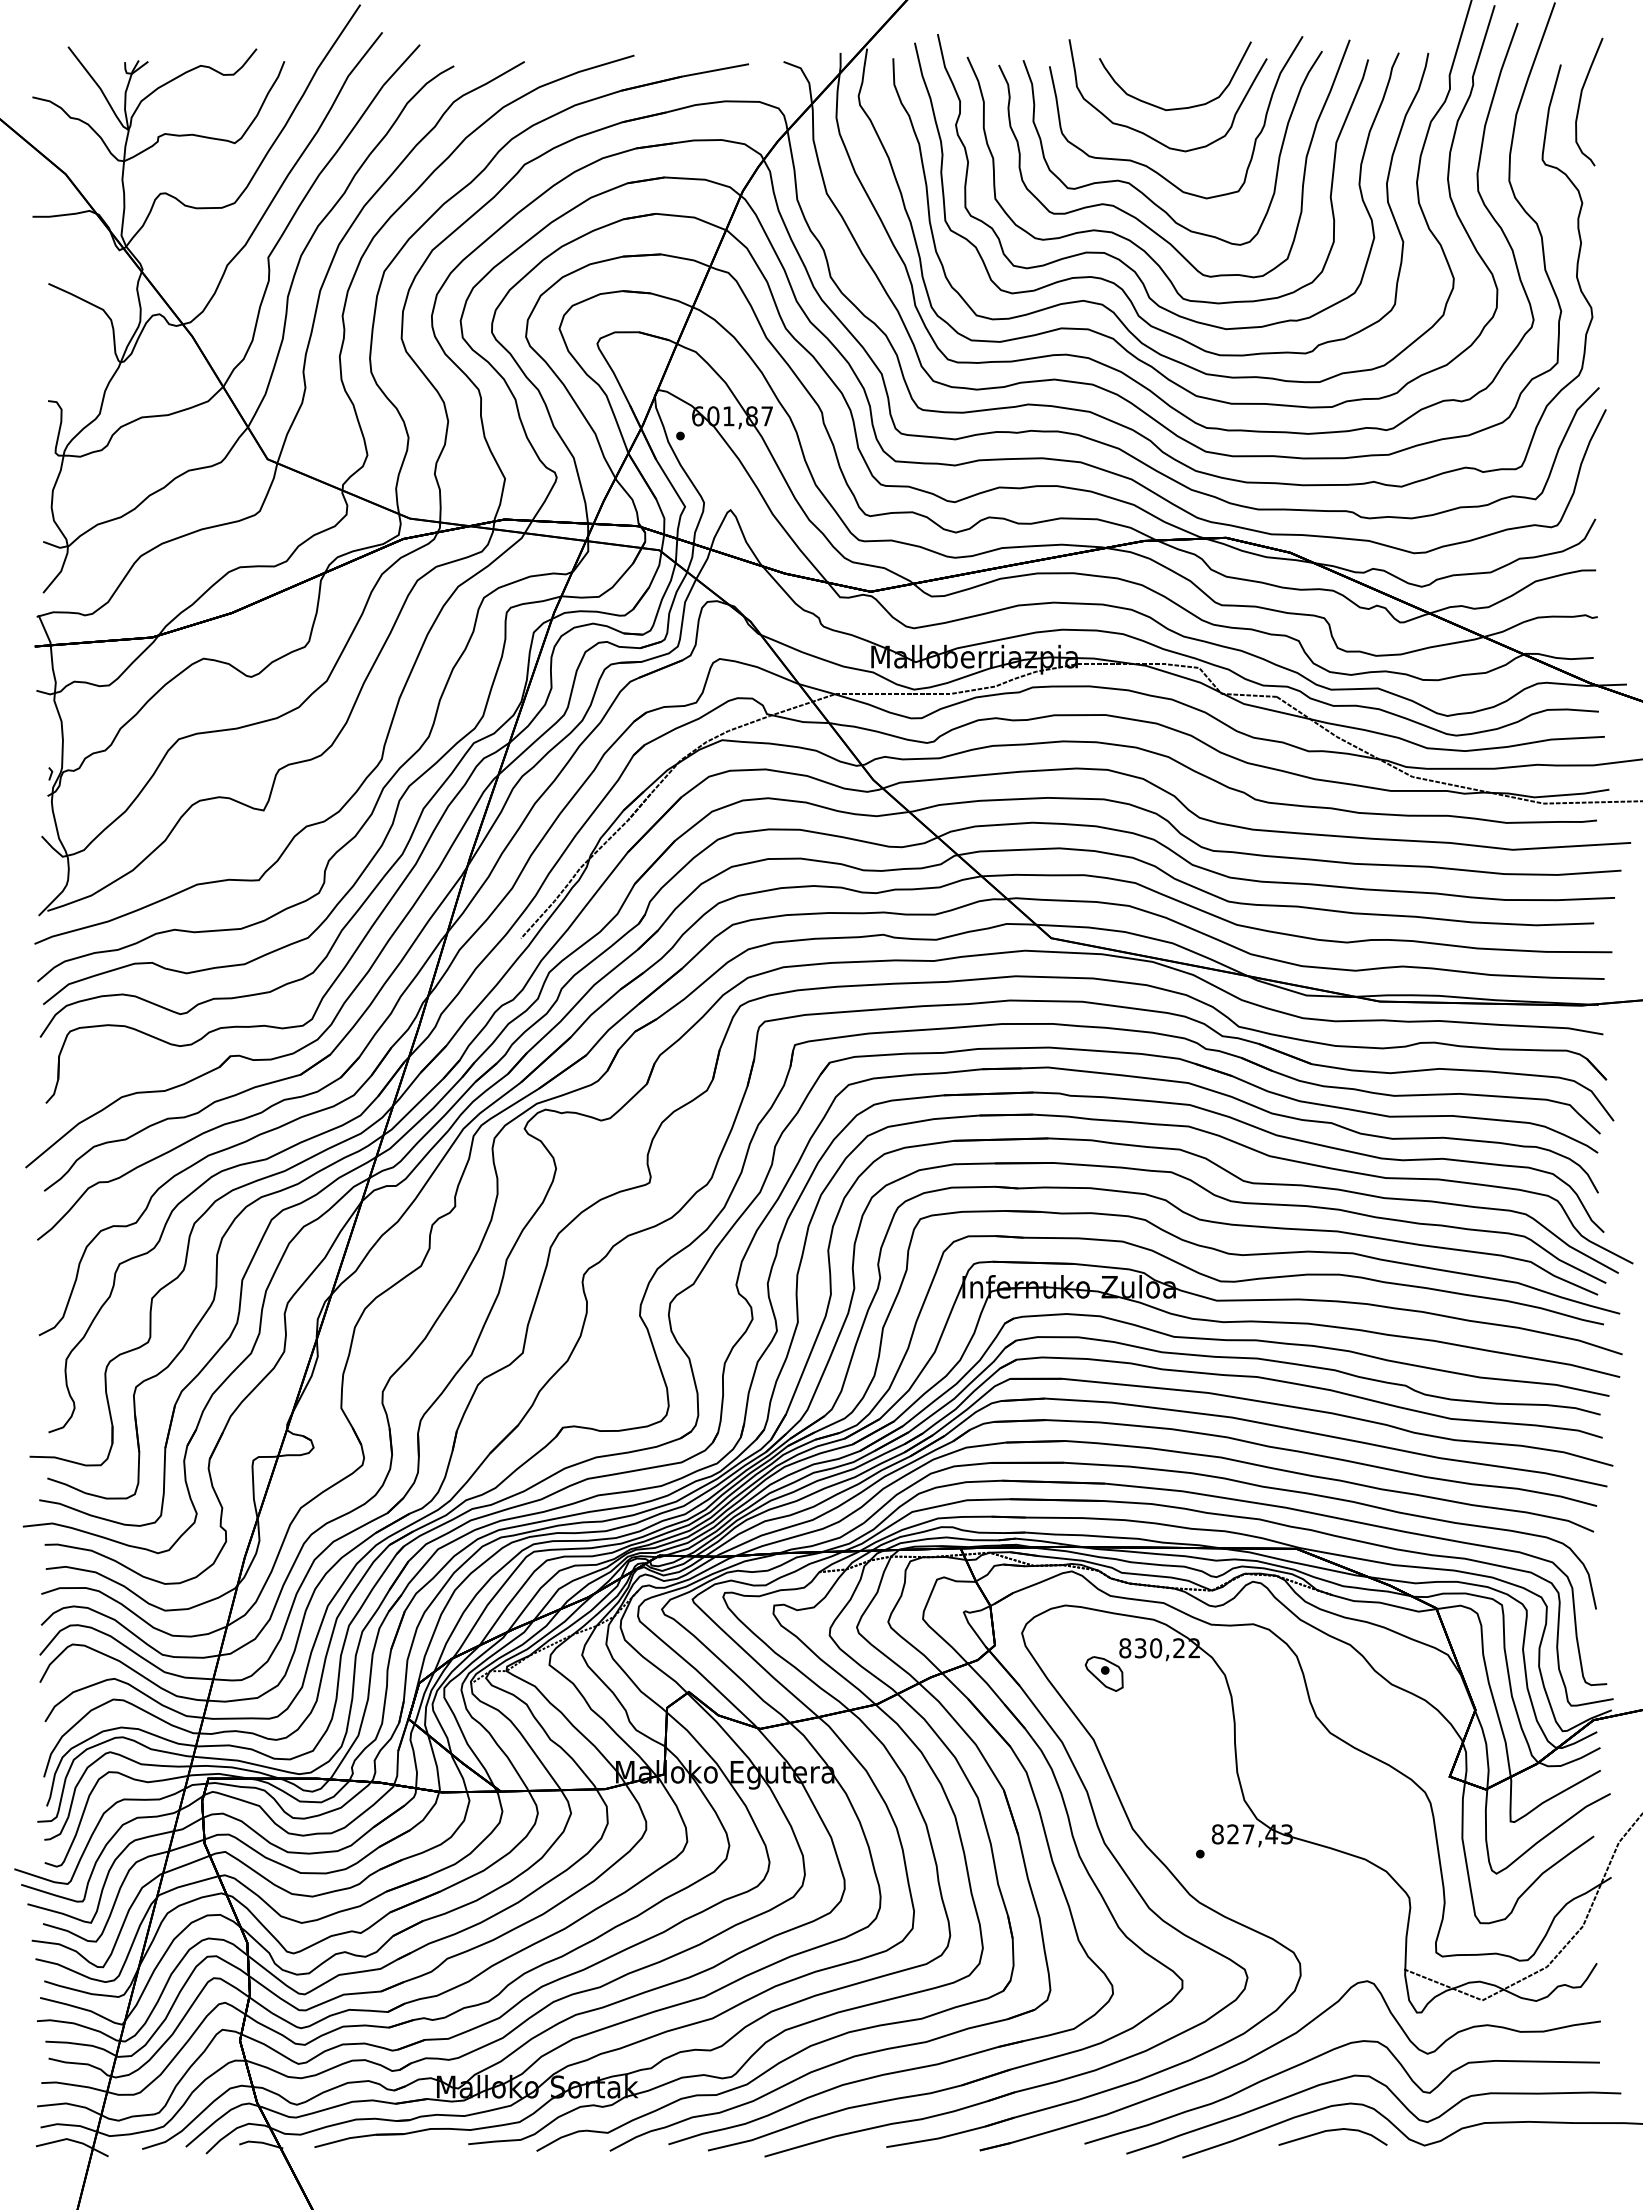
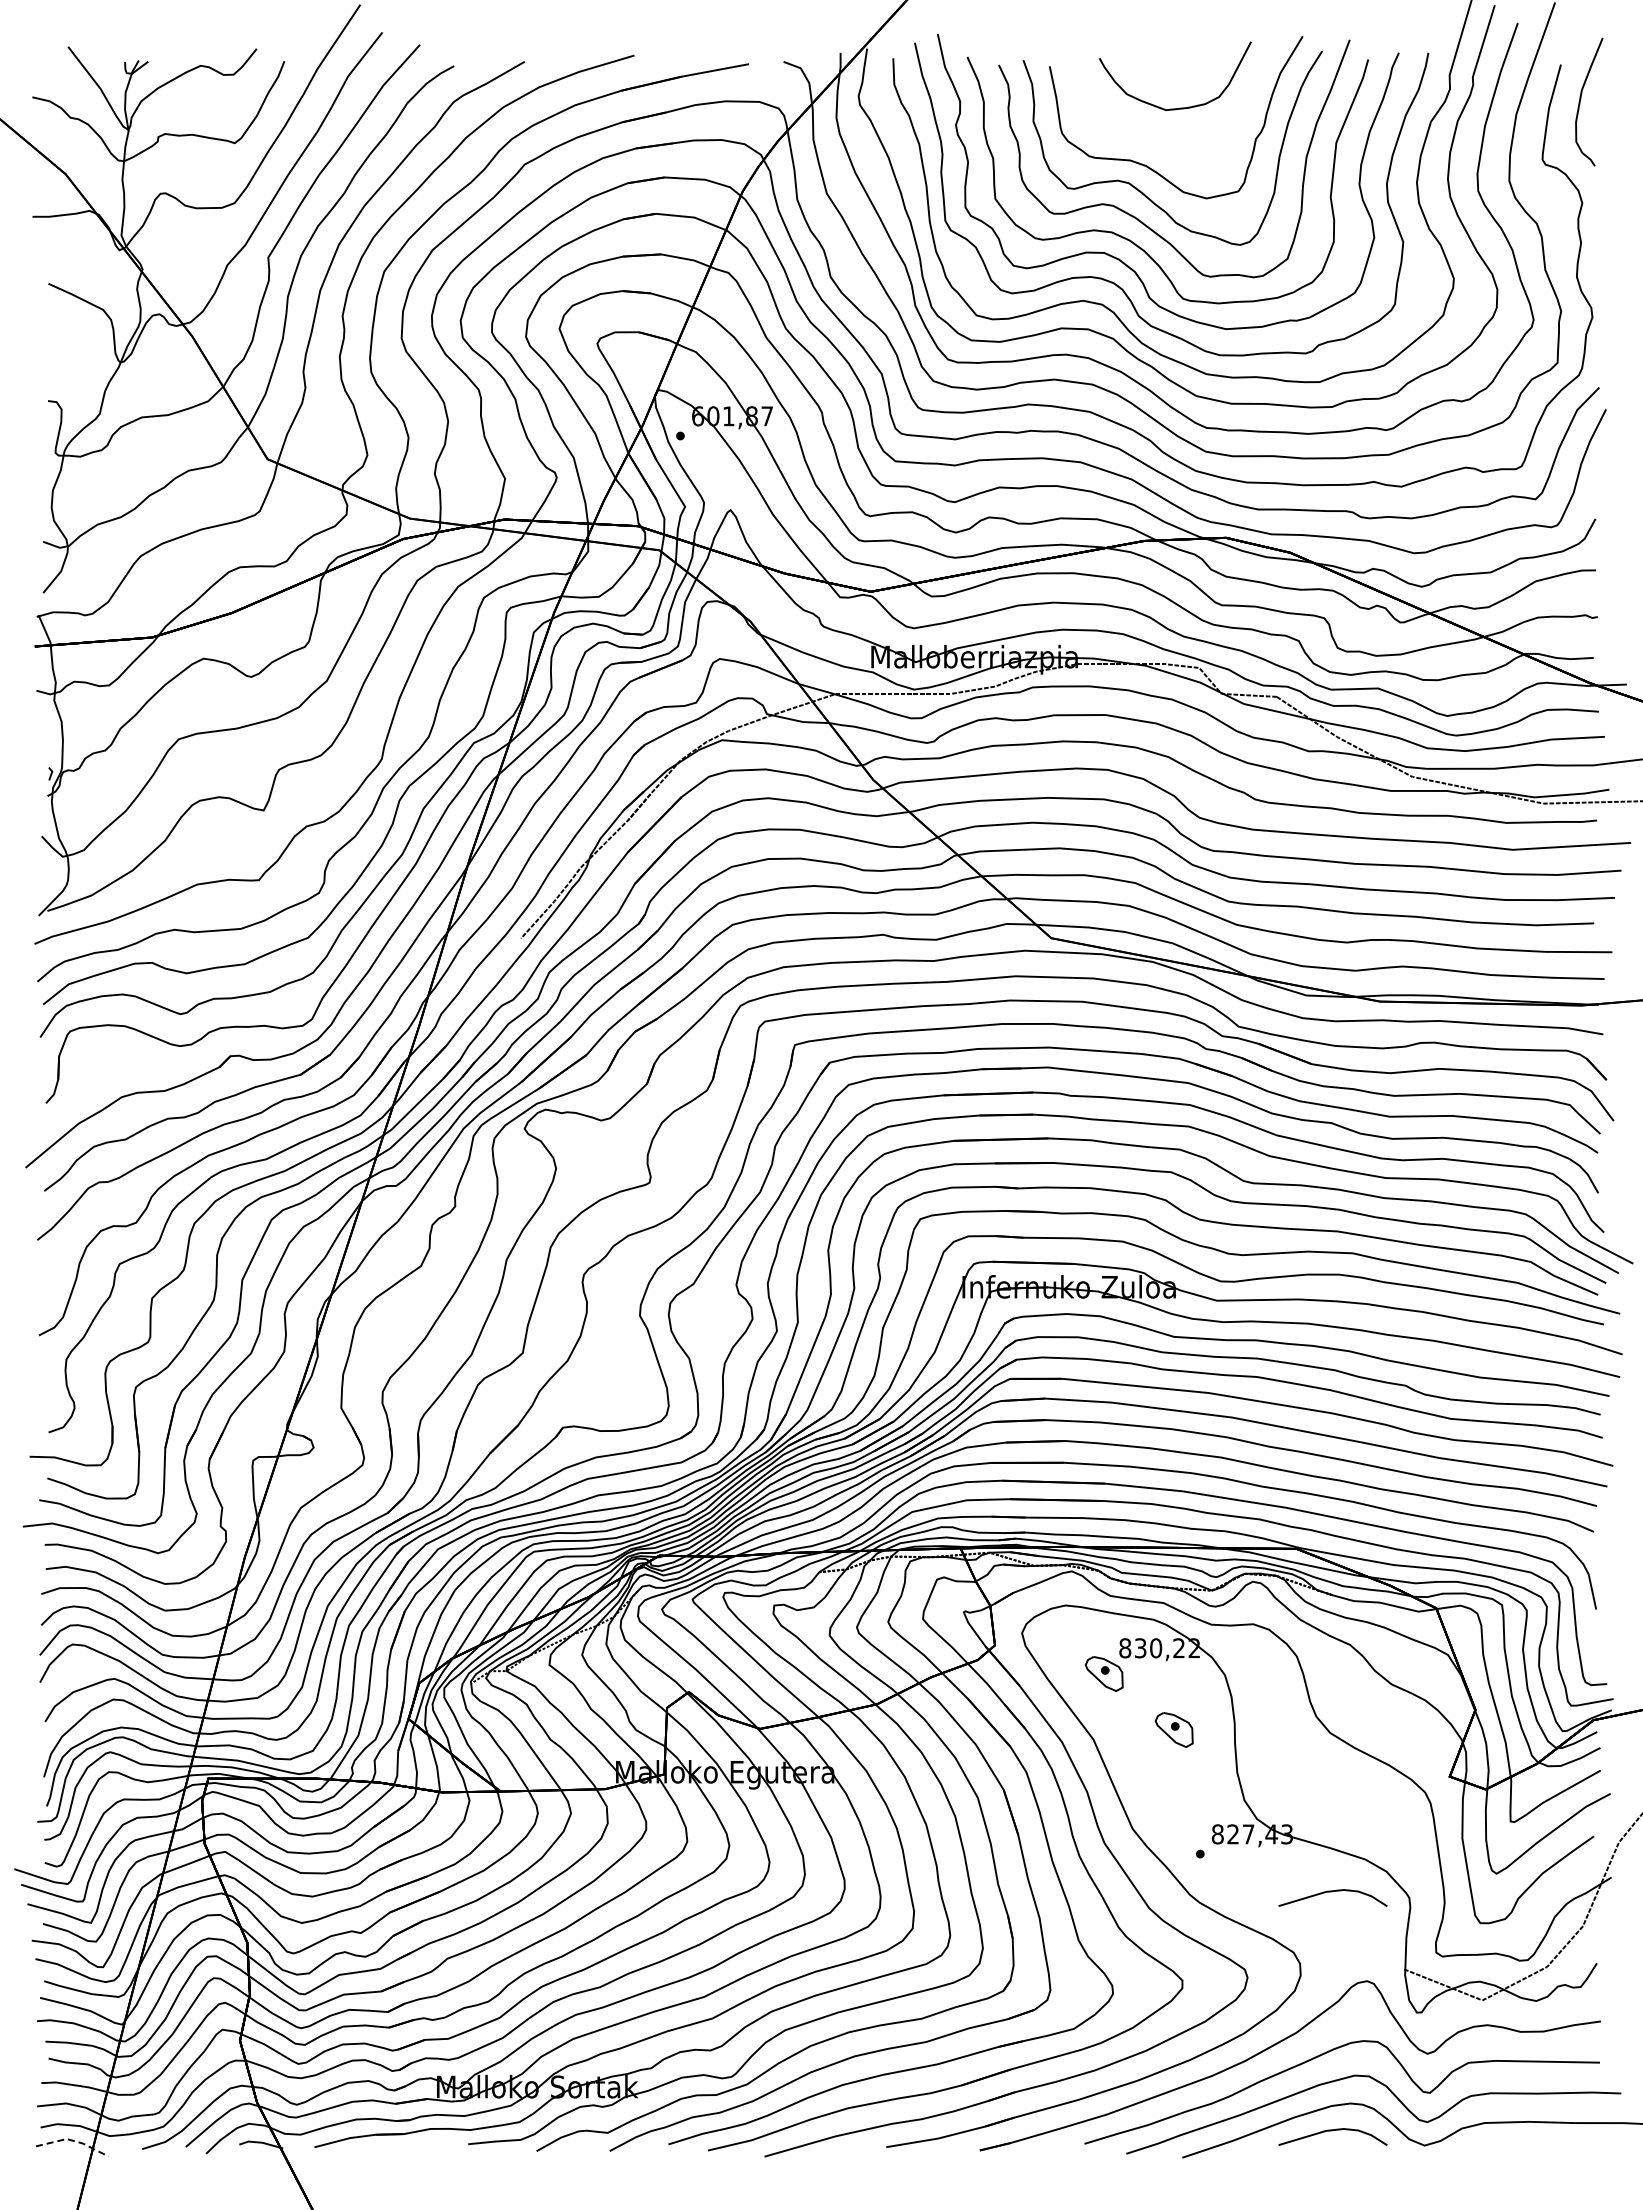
curve at (1147, 134): present -> none
part at (1173, 1729): none -> present
curve at (1332, 1892): none -> present
line at (73, 2140): solid -> dashed
